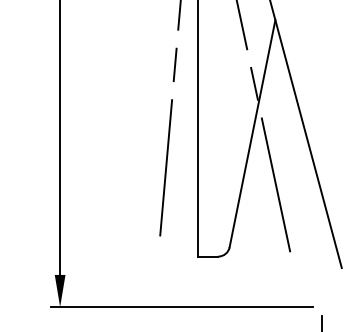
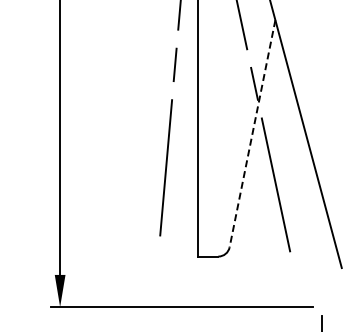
line at (252, 133): solid -> dashed
